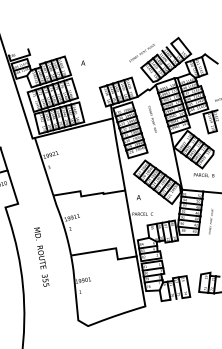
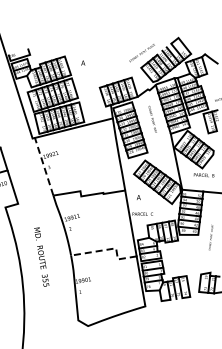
line at (44, 166): solid -> dashed
text at (210, 221) position: (210, 221) -> (210, 237)
line at (110, 249): solid -> dashed
